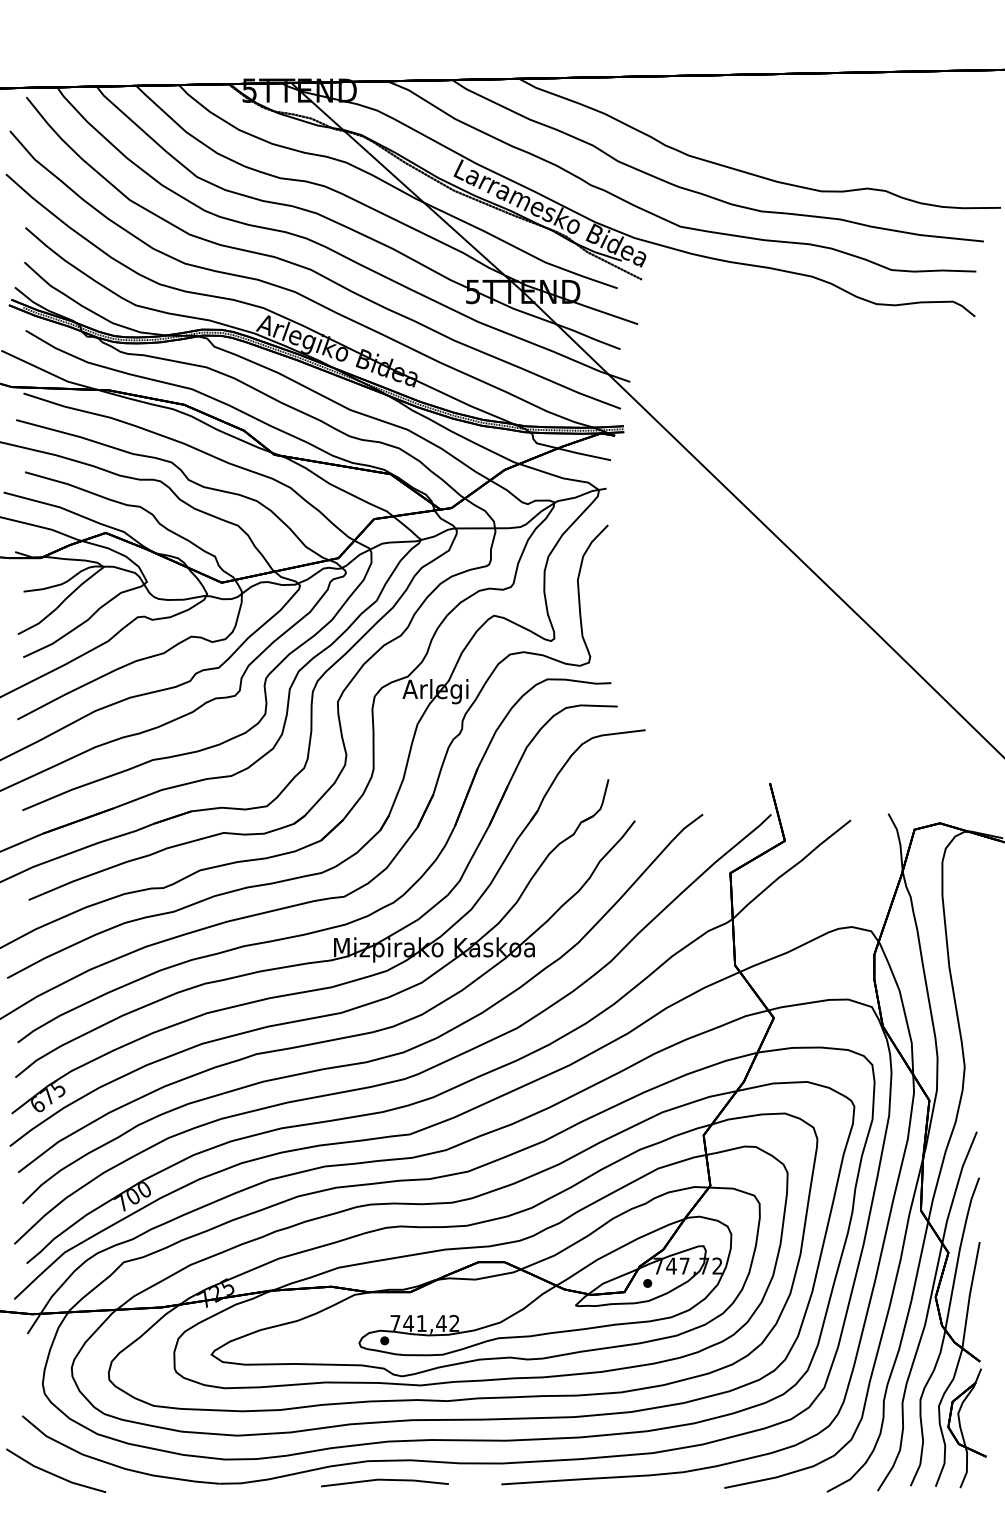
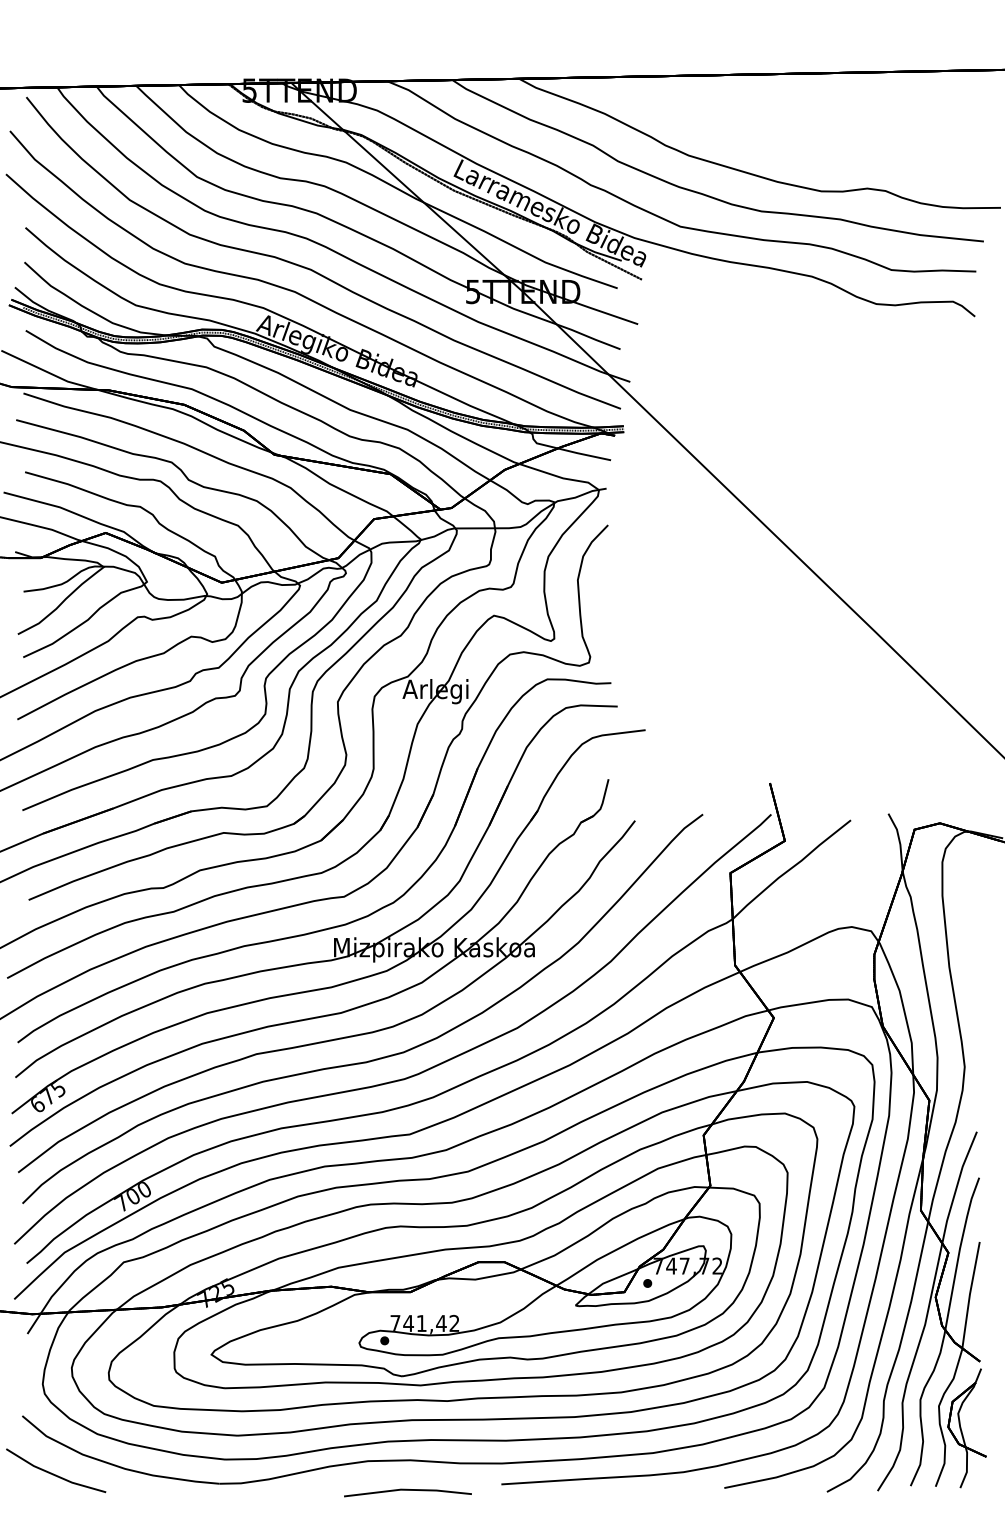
line at (384, 1480) position: (384, 1480) -> (407, 1490)
